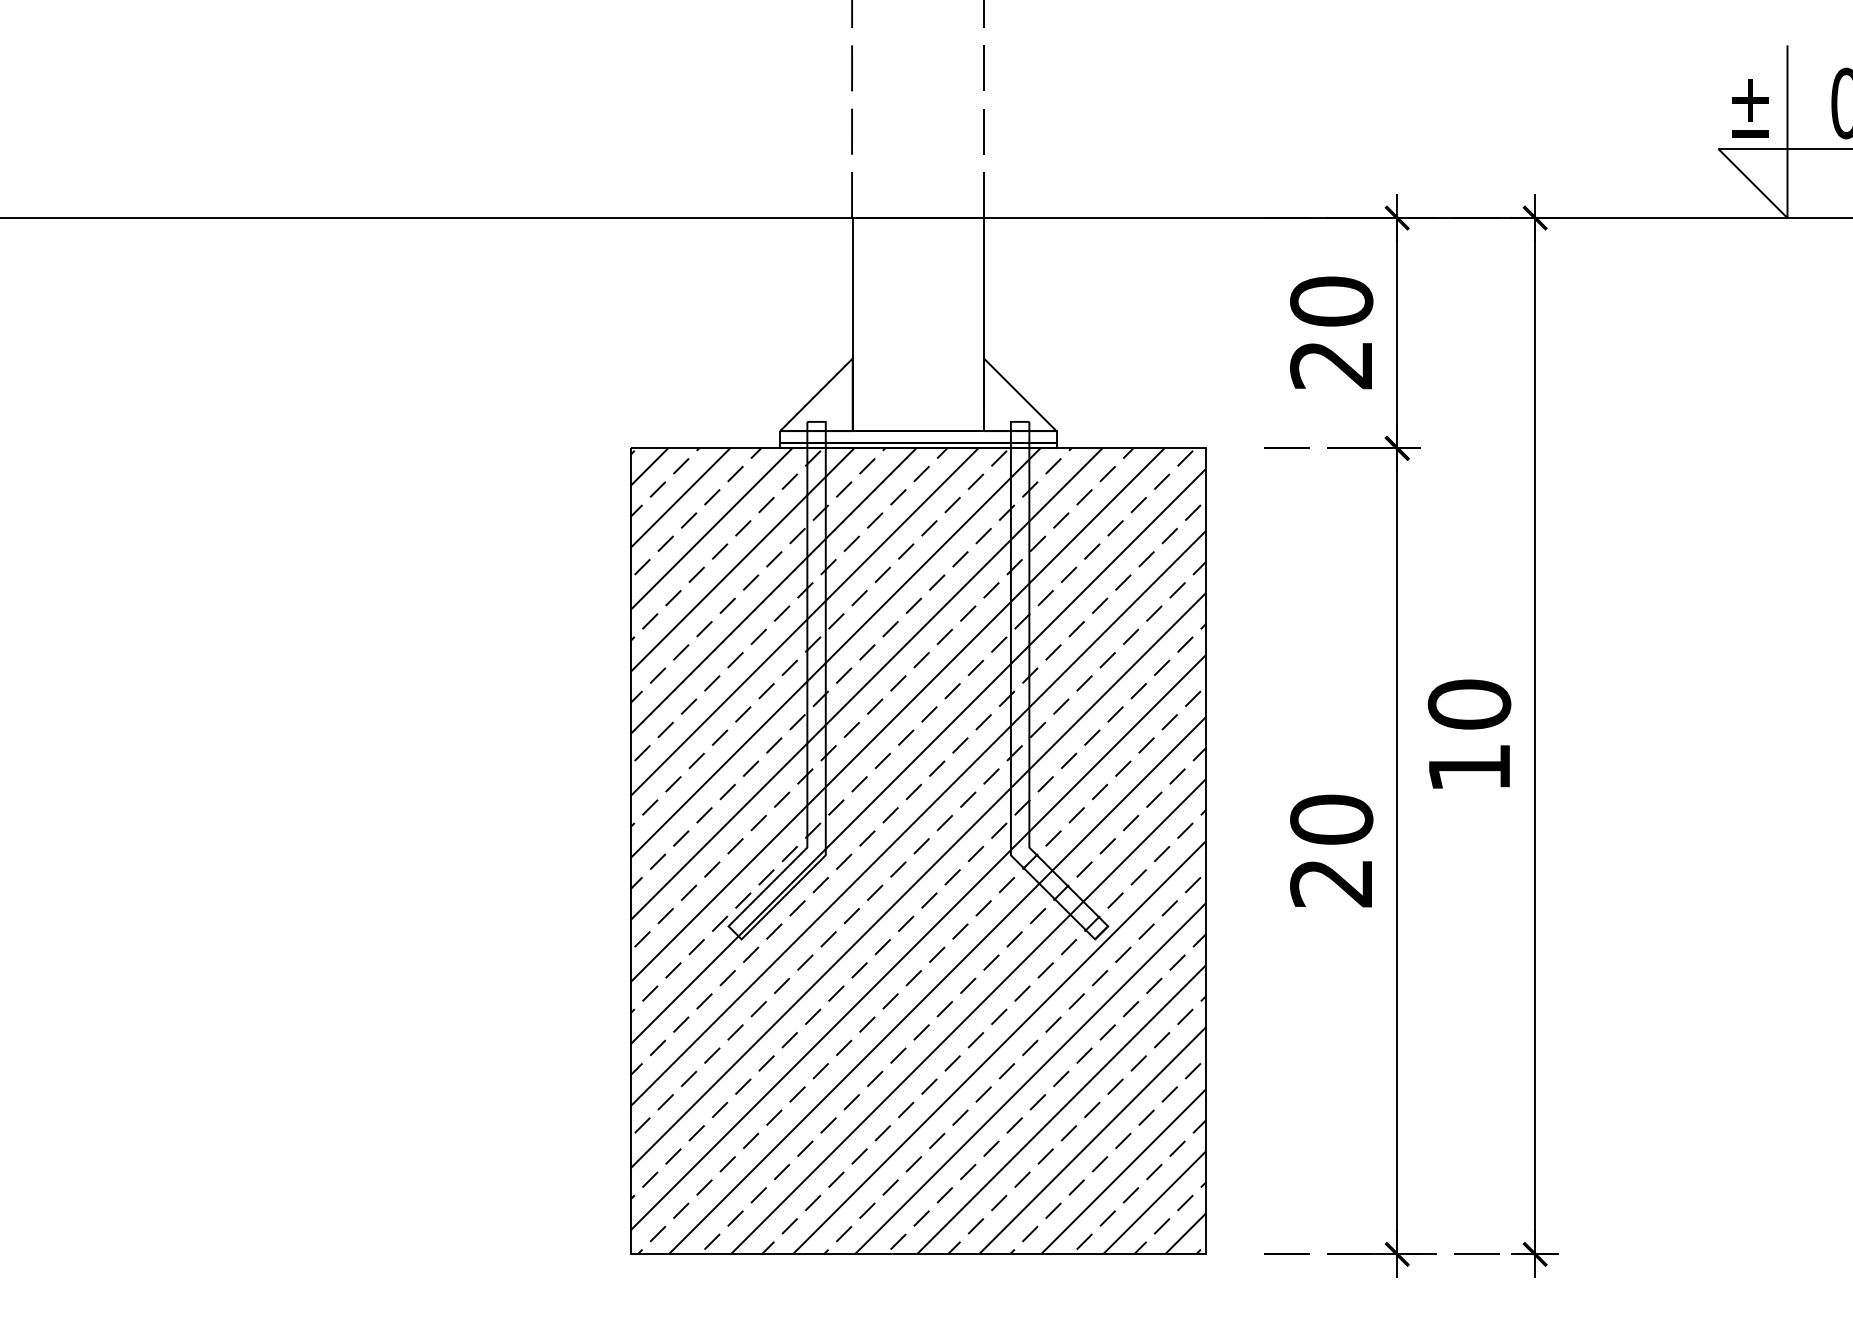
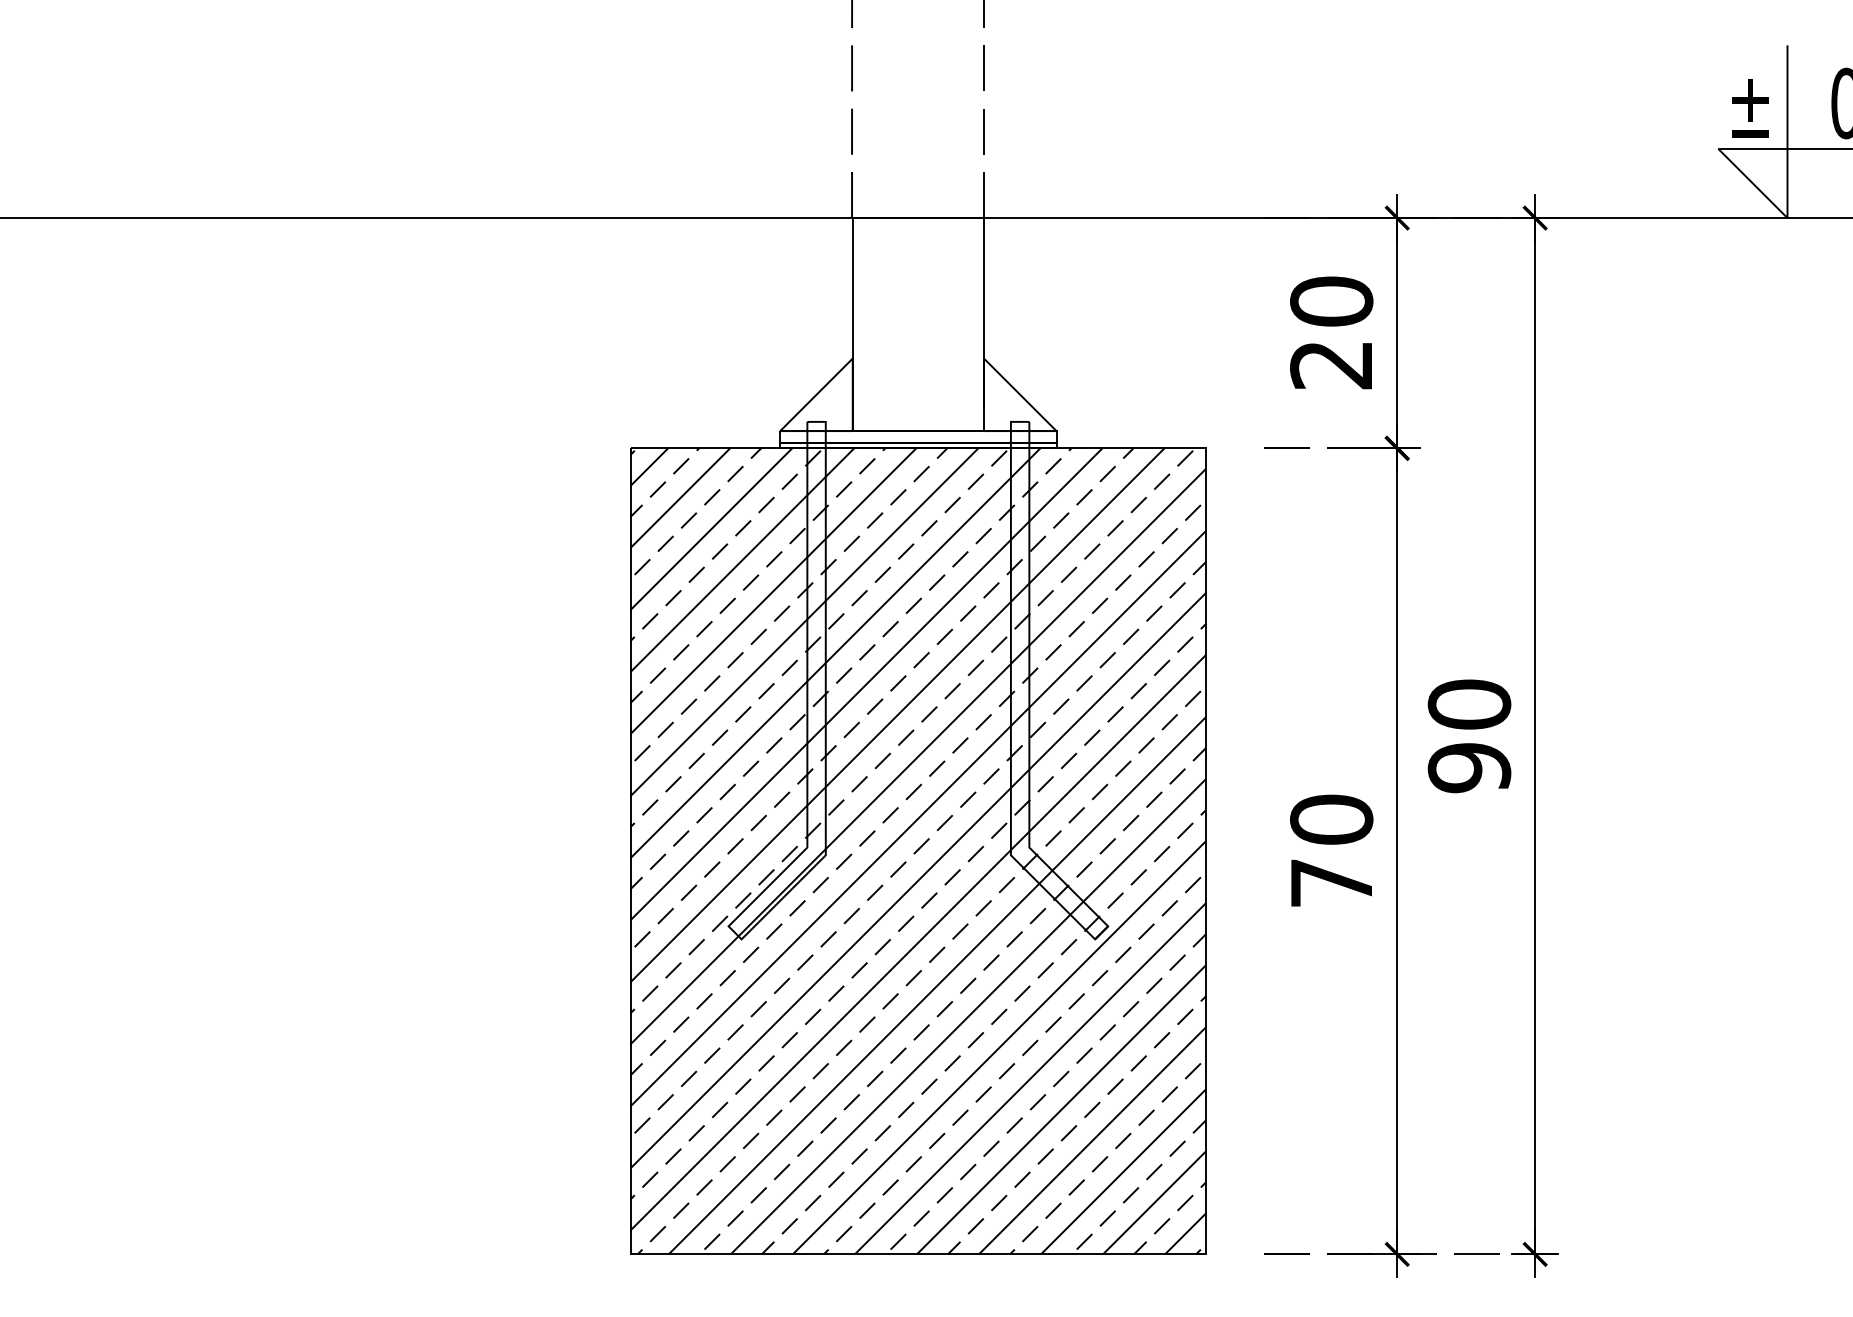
text at (1469, 768): 10 -> 90
text at (1330, 883): 20 -> 70
